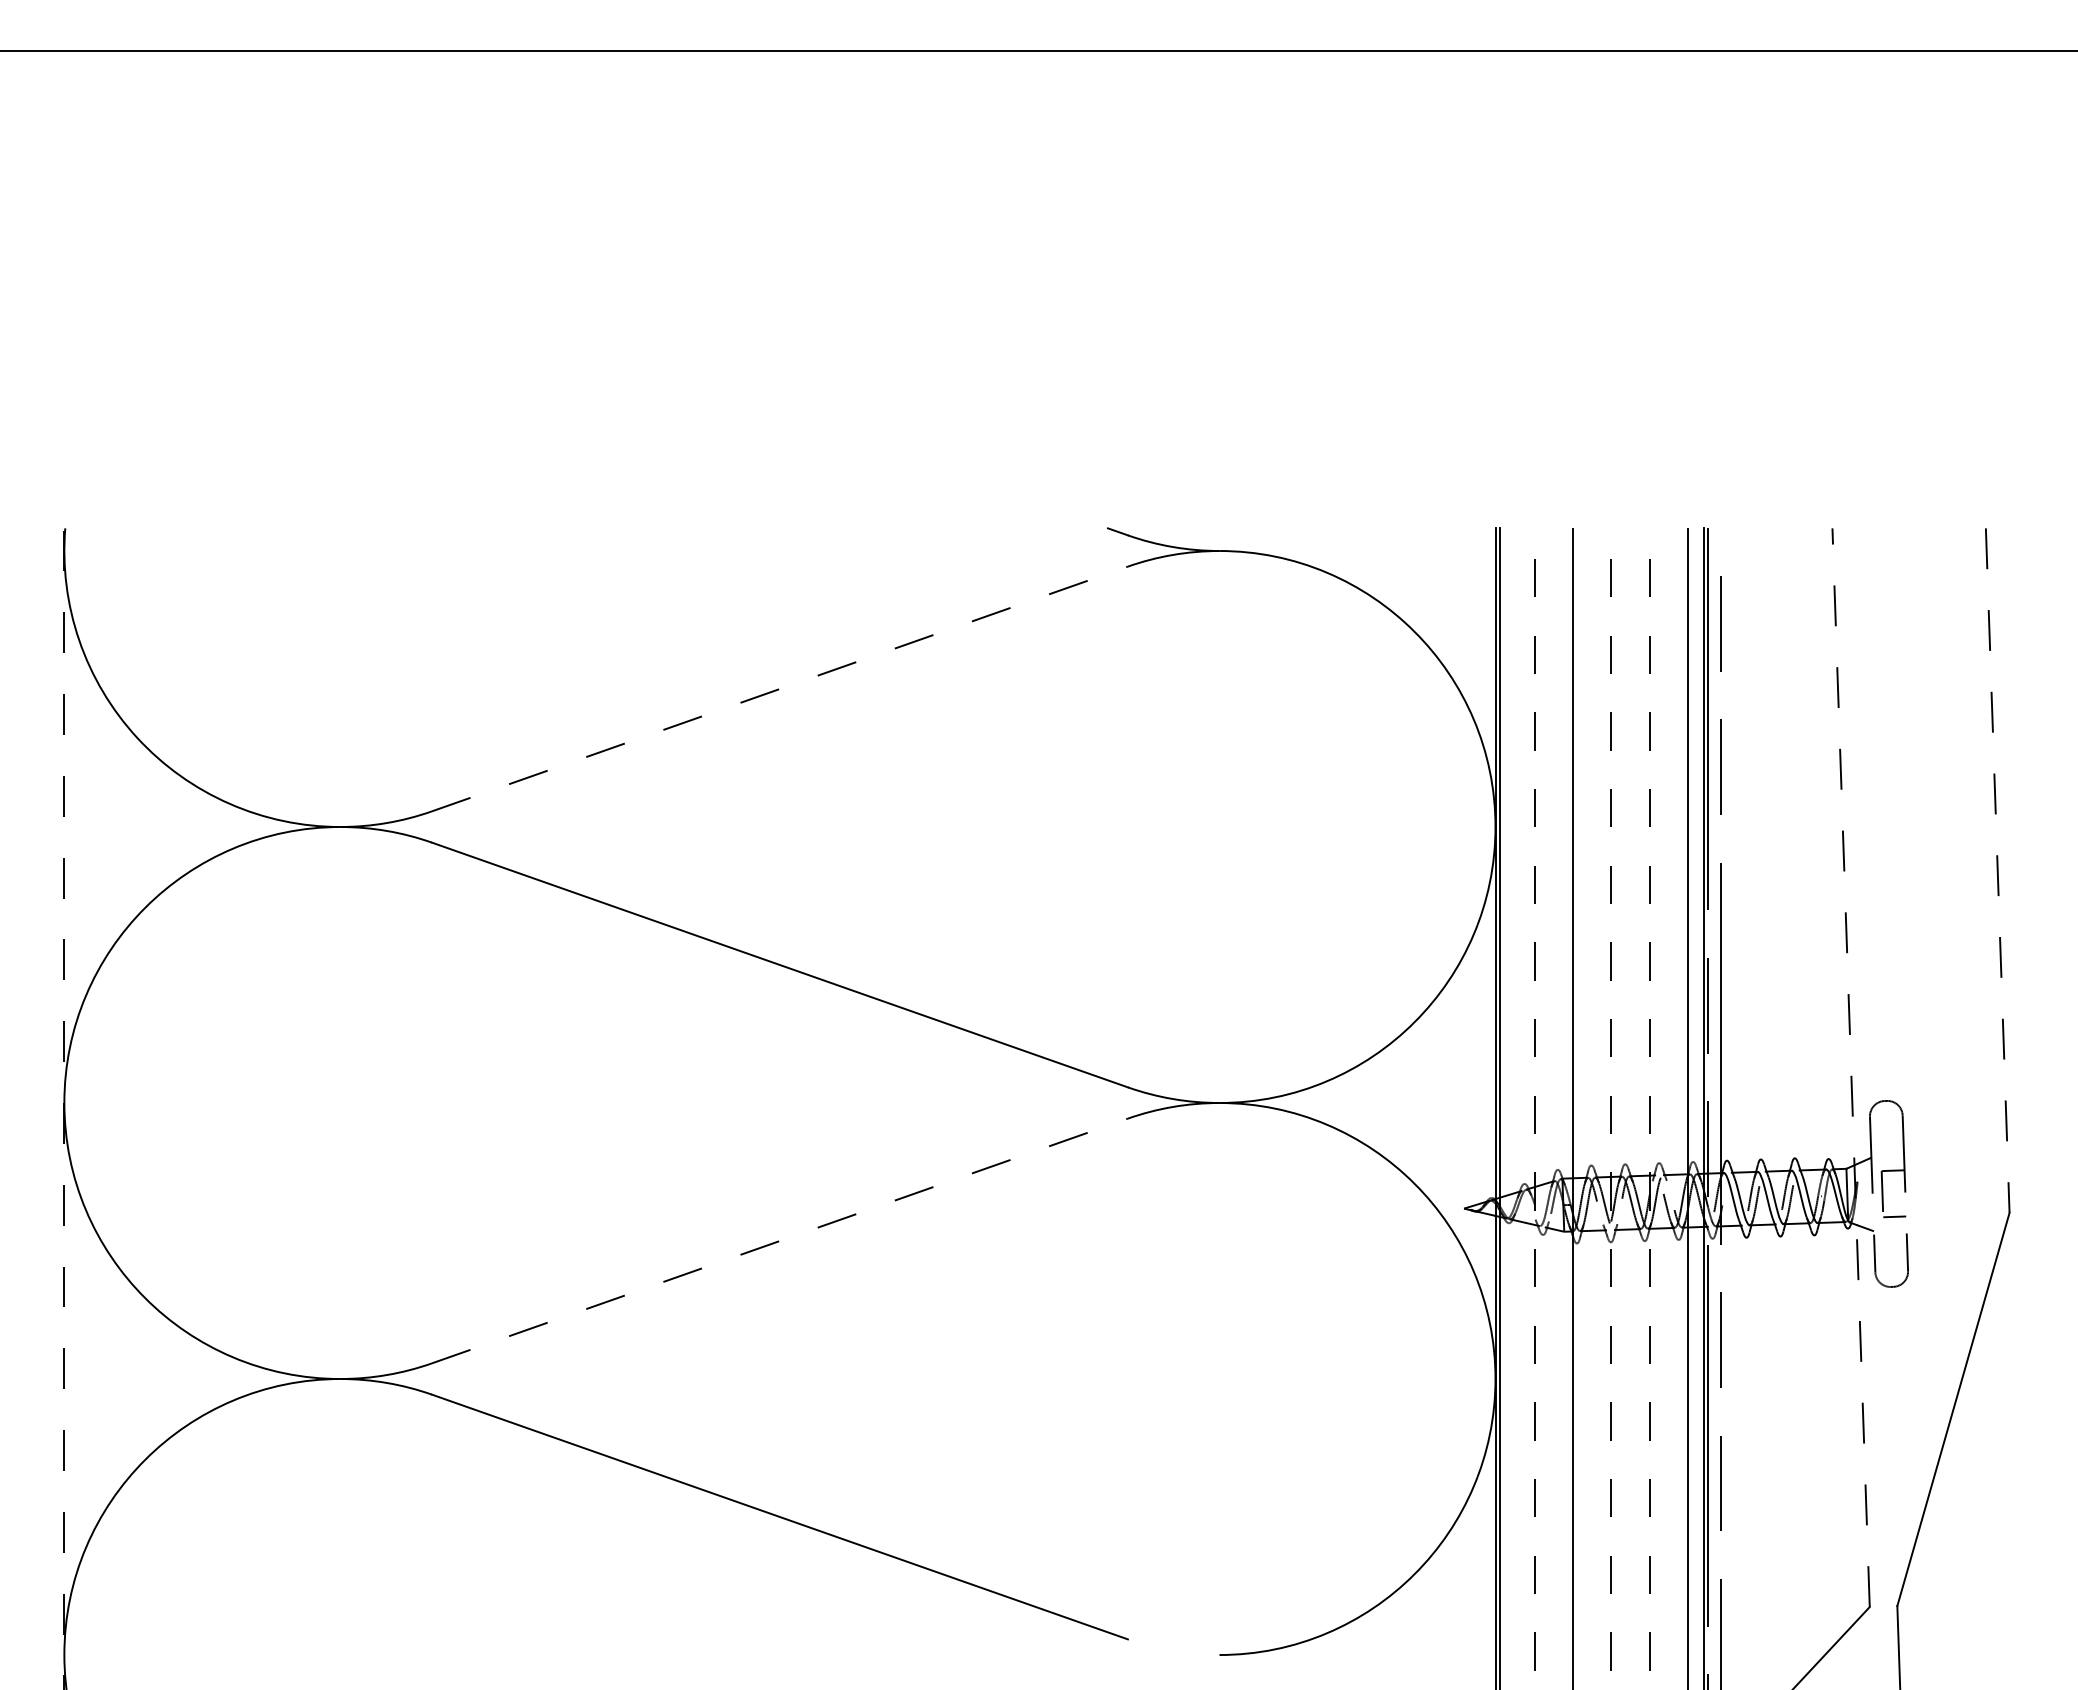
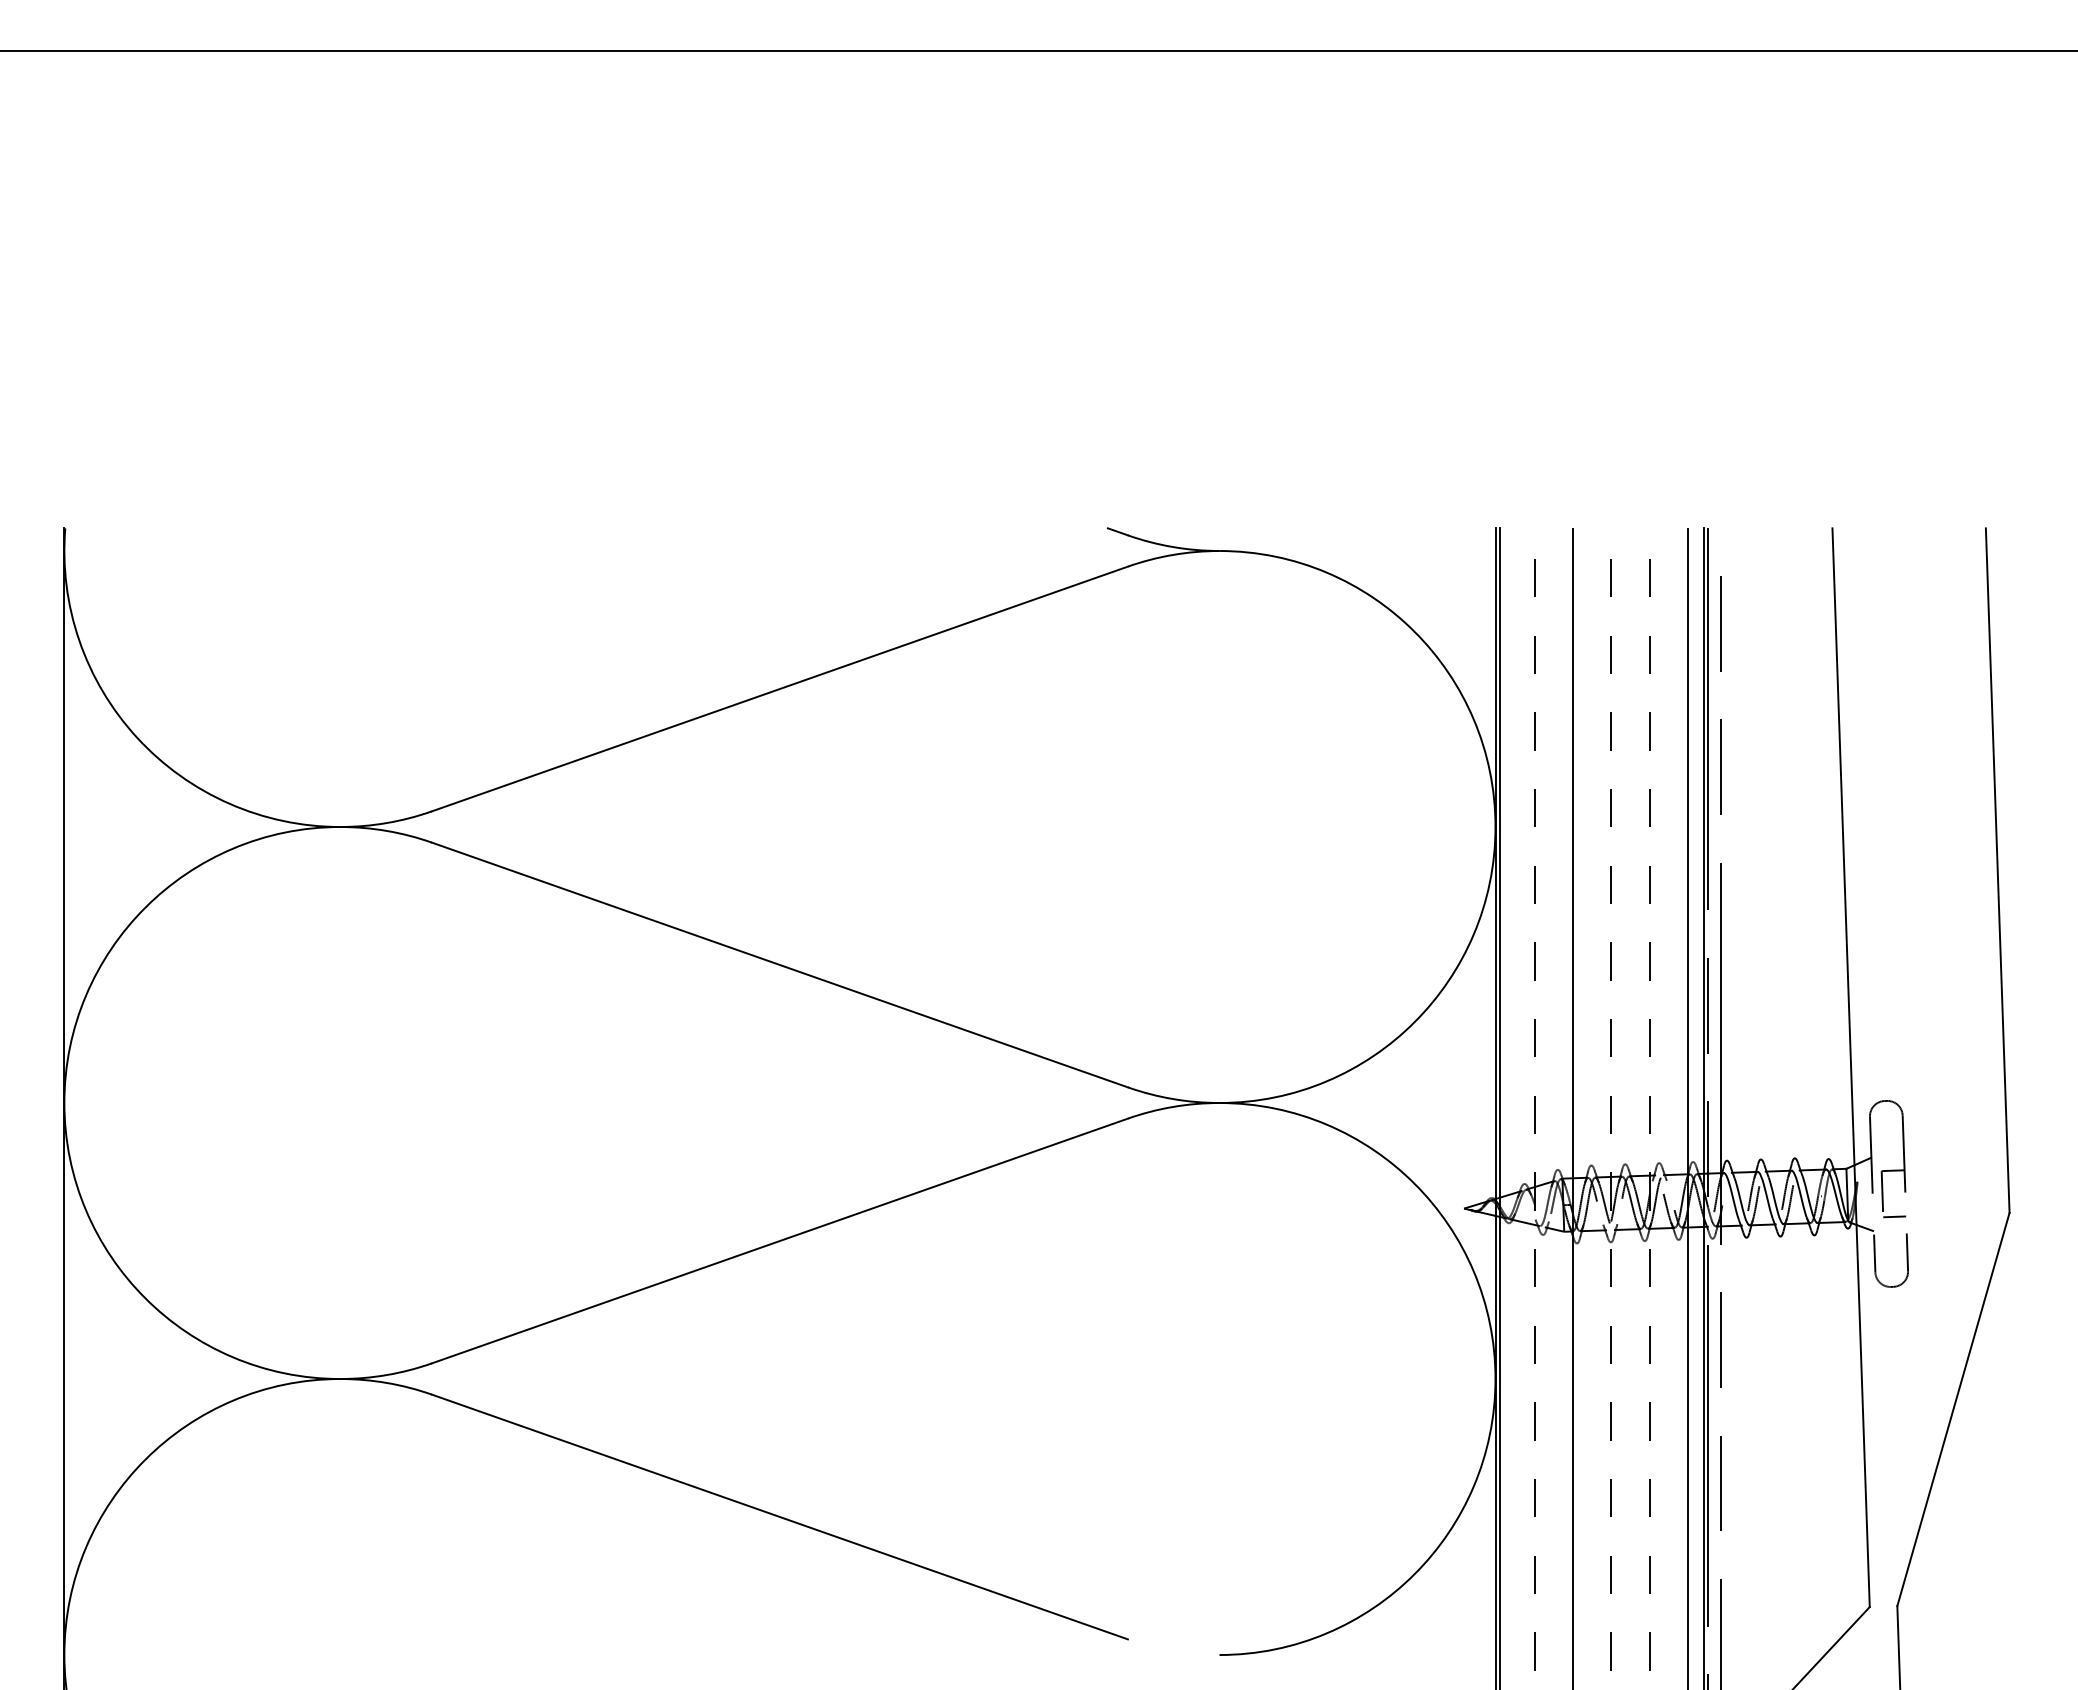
line at (779, 689): dashed -> solid
line at (1997, 871): dashed -> solid
line at (1851, 1067): dashed -> solid
line at (64, 1108): dashed -> solid
line at (779, 1241): dashed -> solid
